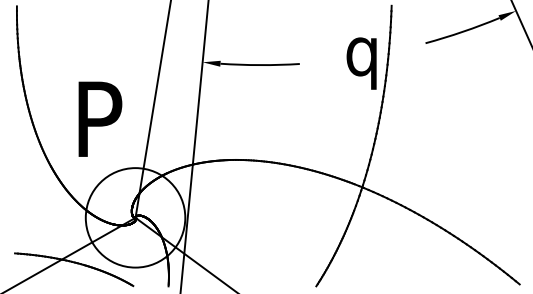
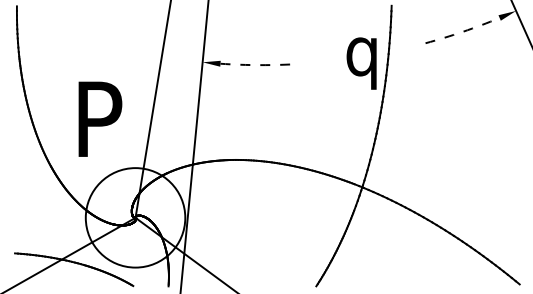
arc at (462, 31): solid -> dashed
arc at (260, 65): solid -> dashed
